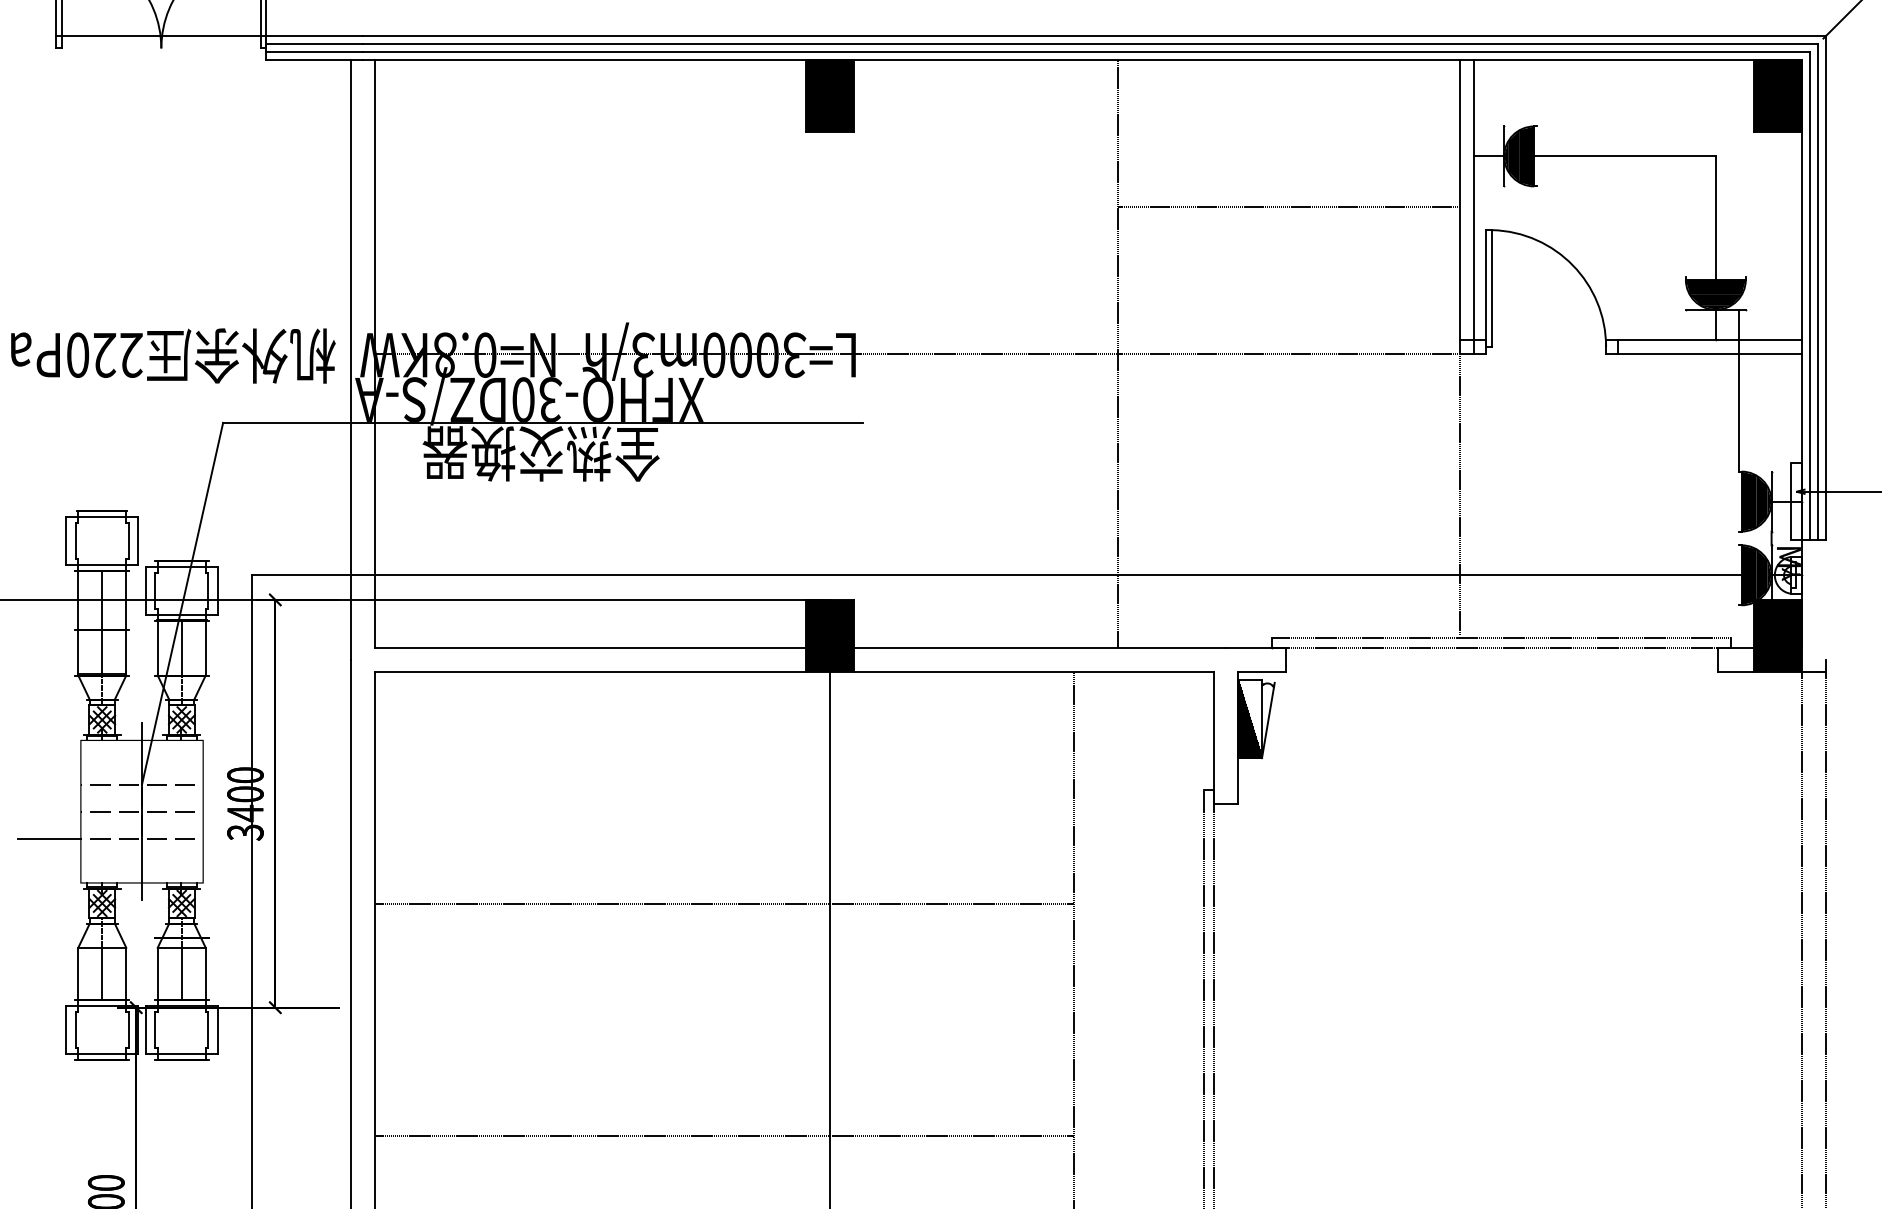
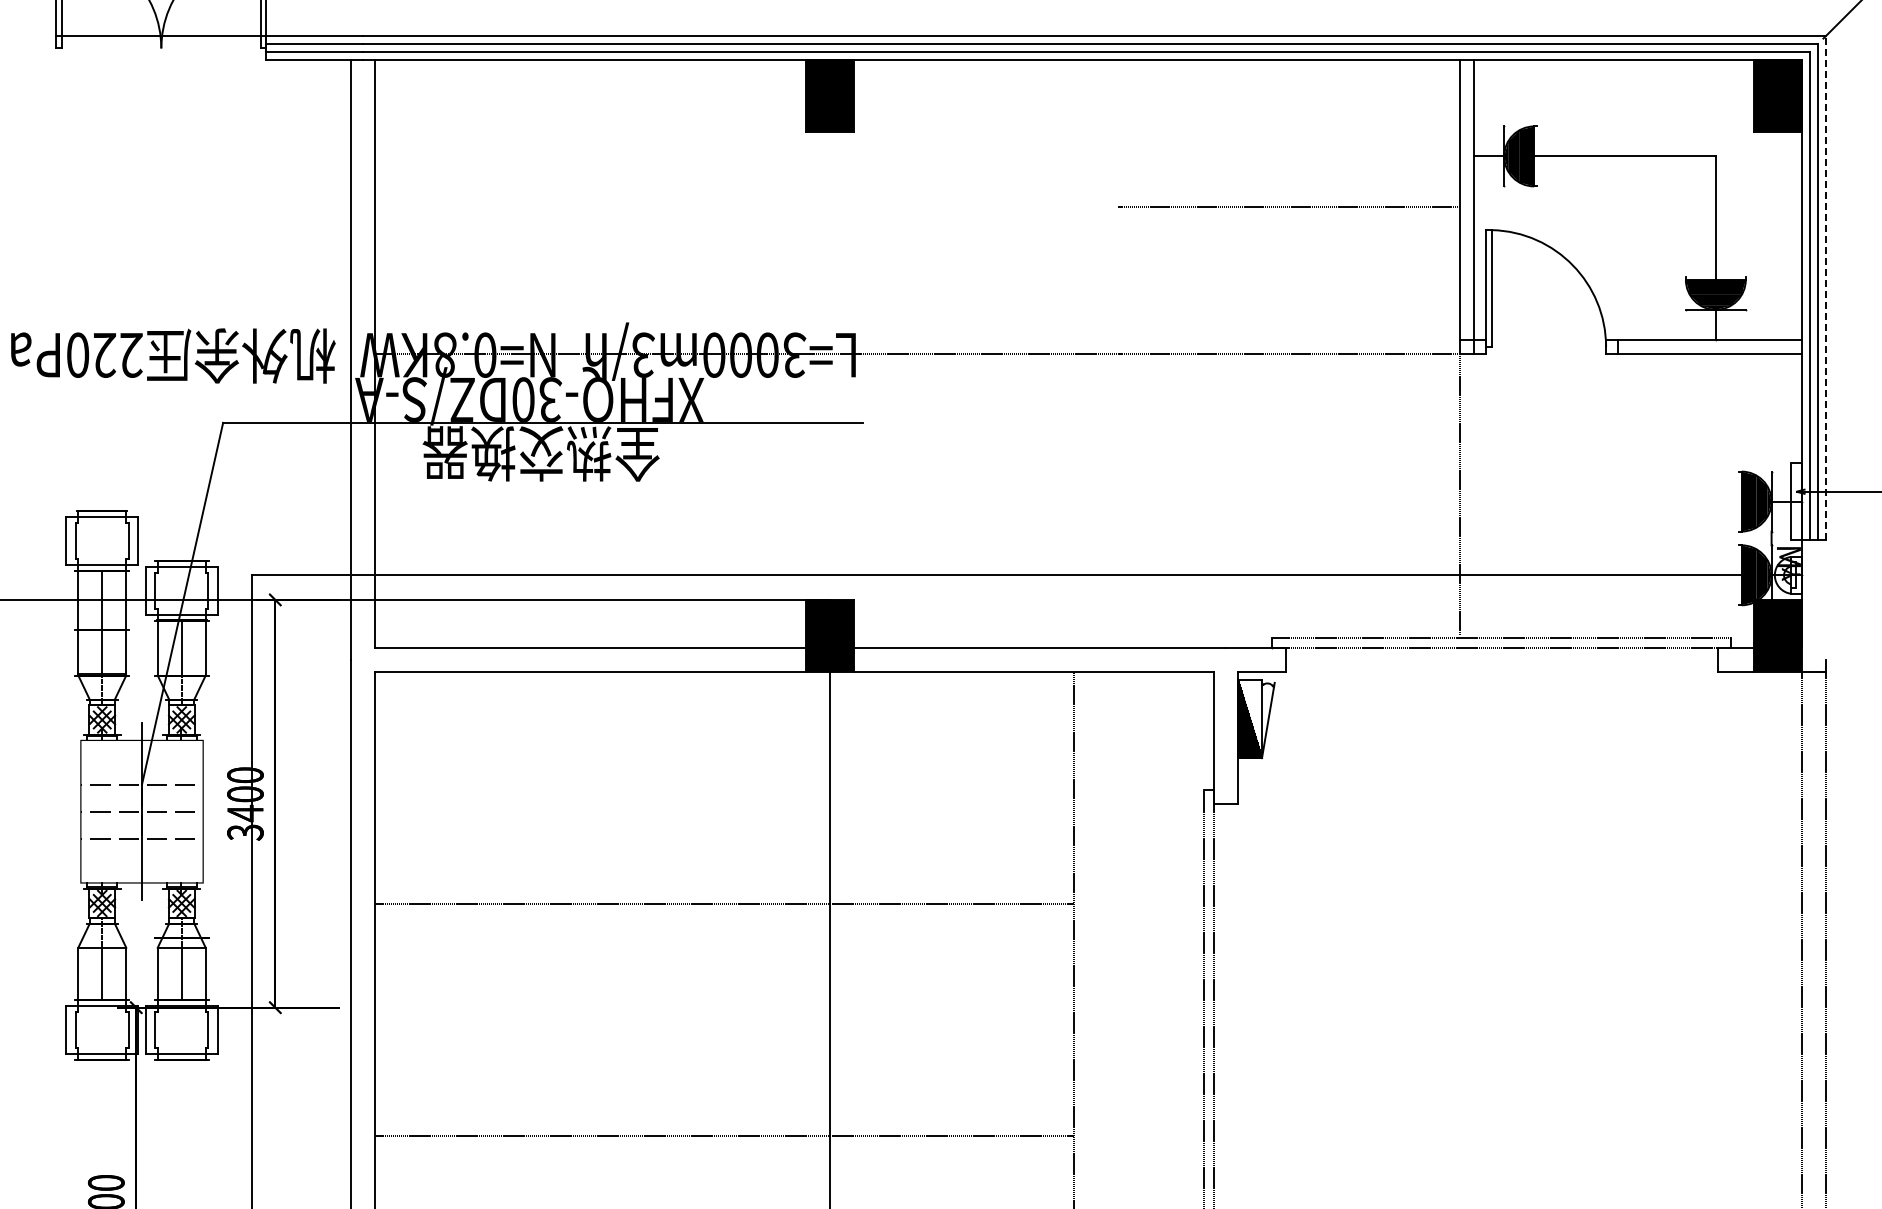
line at (1825, 288): solid -> dashed
line at (1118, 353): present -> none
line at (1738, 390): present -> none
line at (49, 838): present -> none
